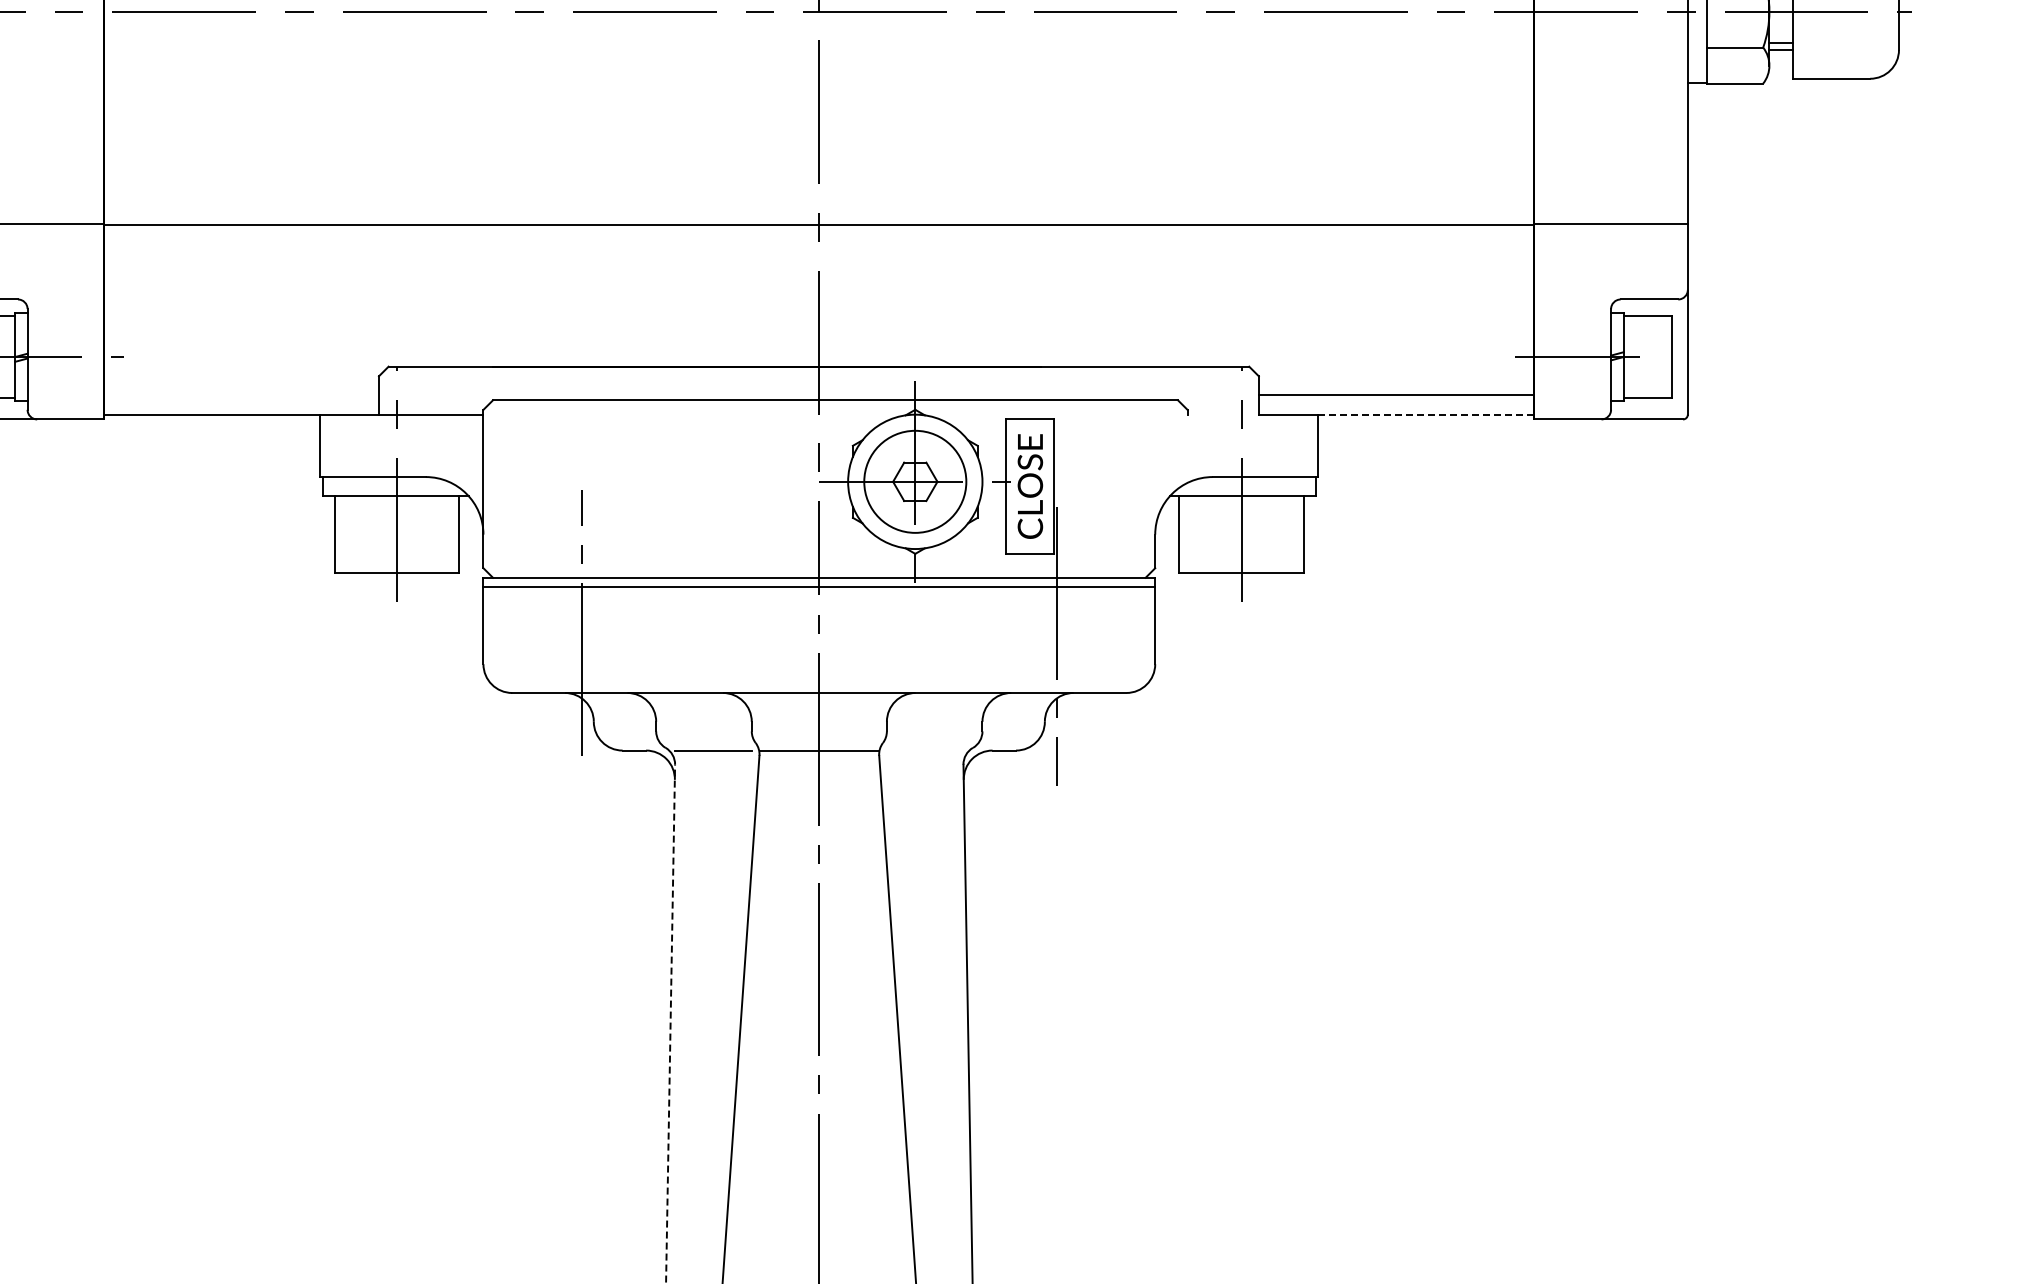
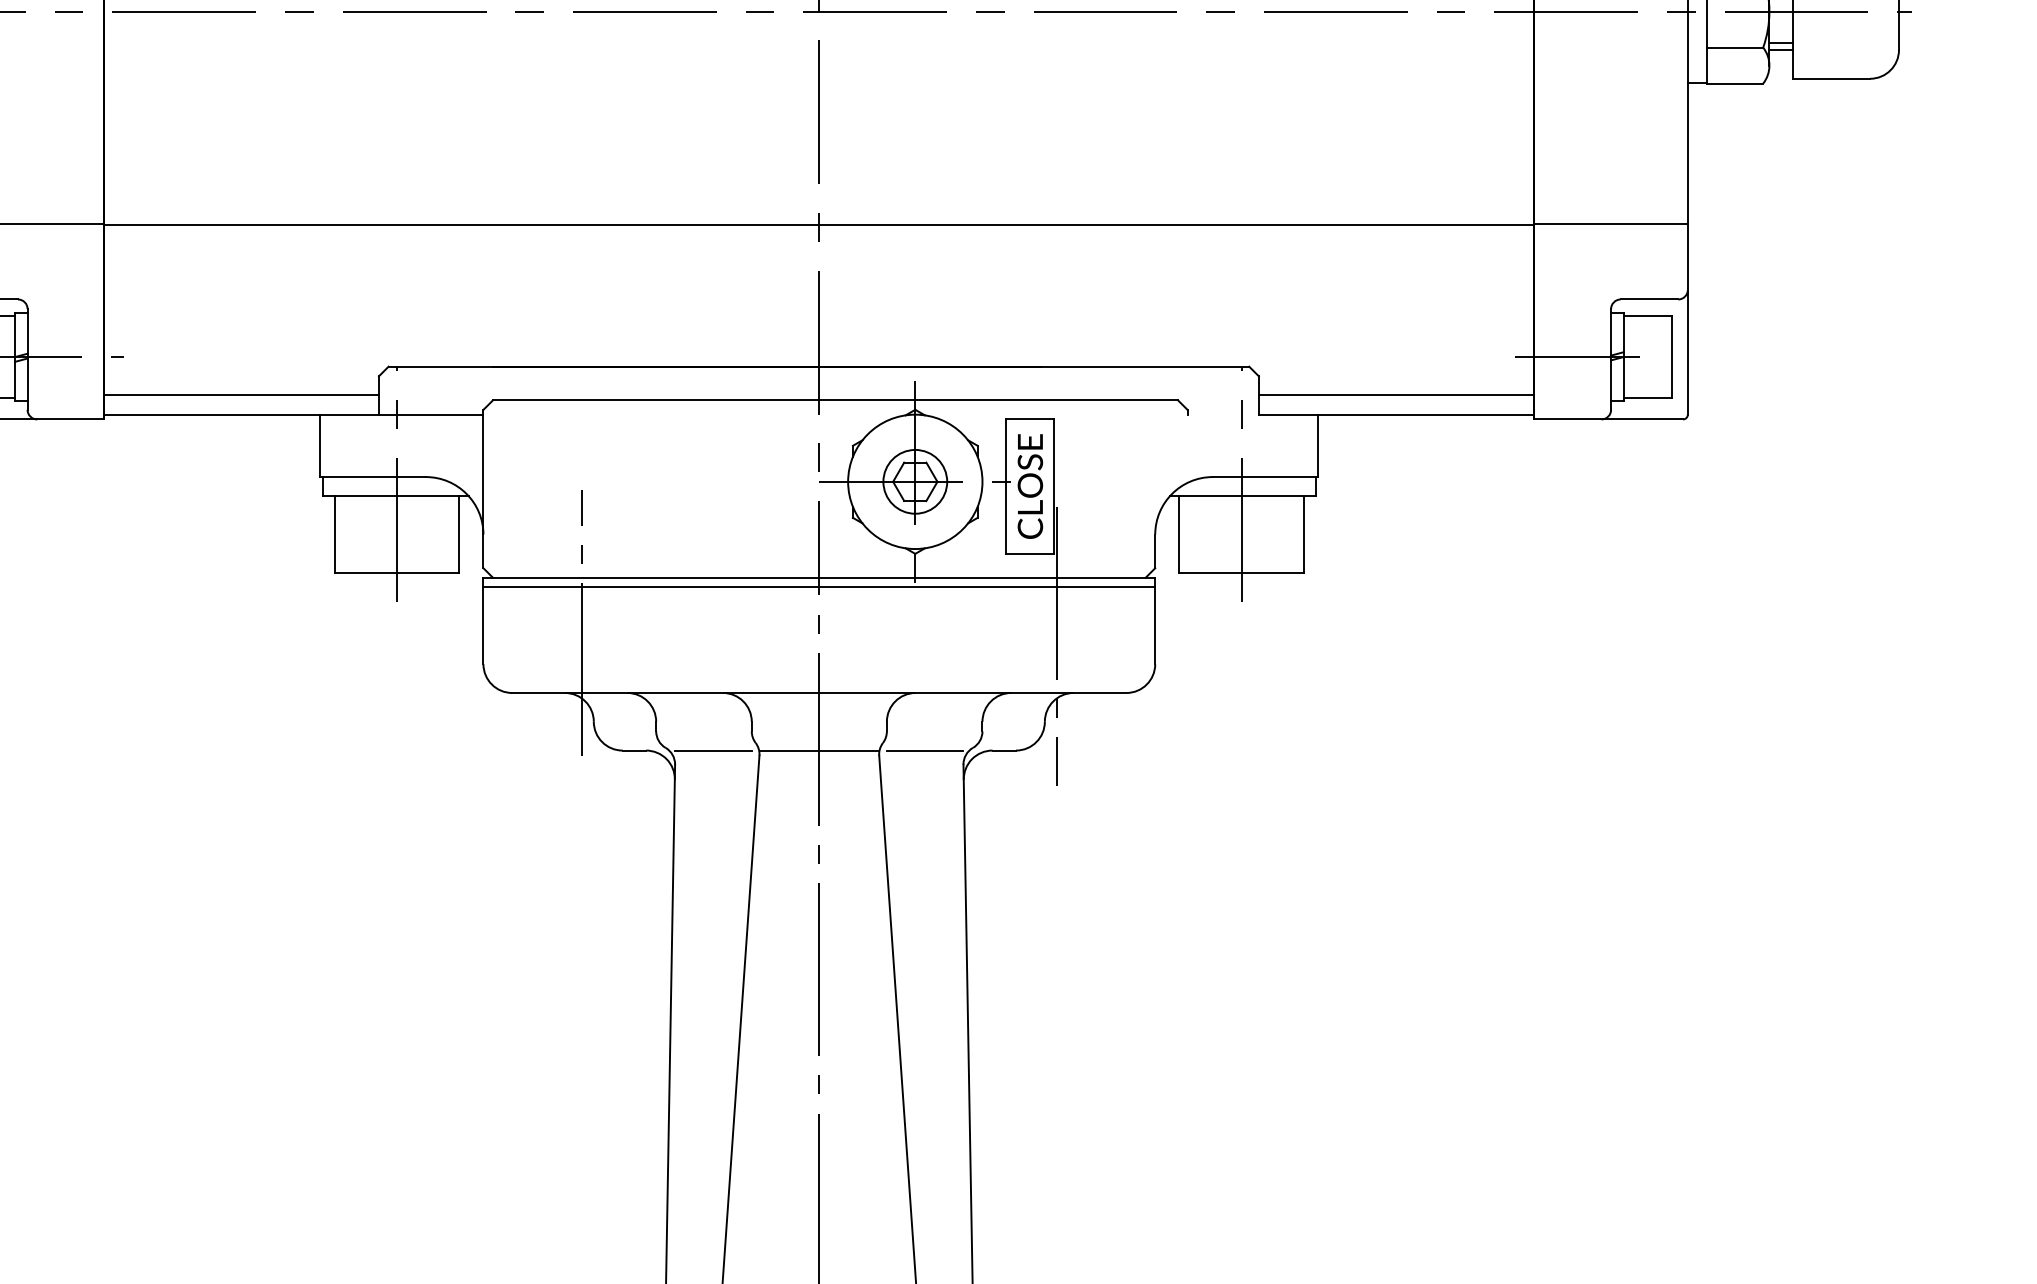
line at (241, 395): none -> present
line at (1426, 414): dashed -> solid
circle at (915, 481) diameter: 102 px -> 64 px
line at (924, 750): none -> present
line at (670, 1023): dashed -> solid
